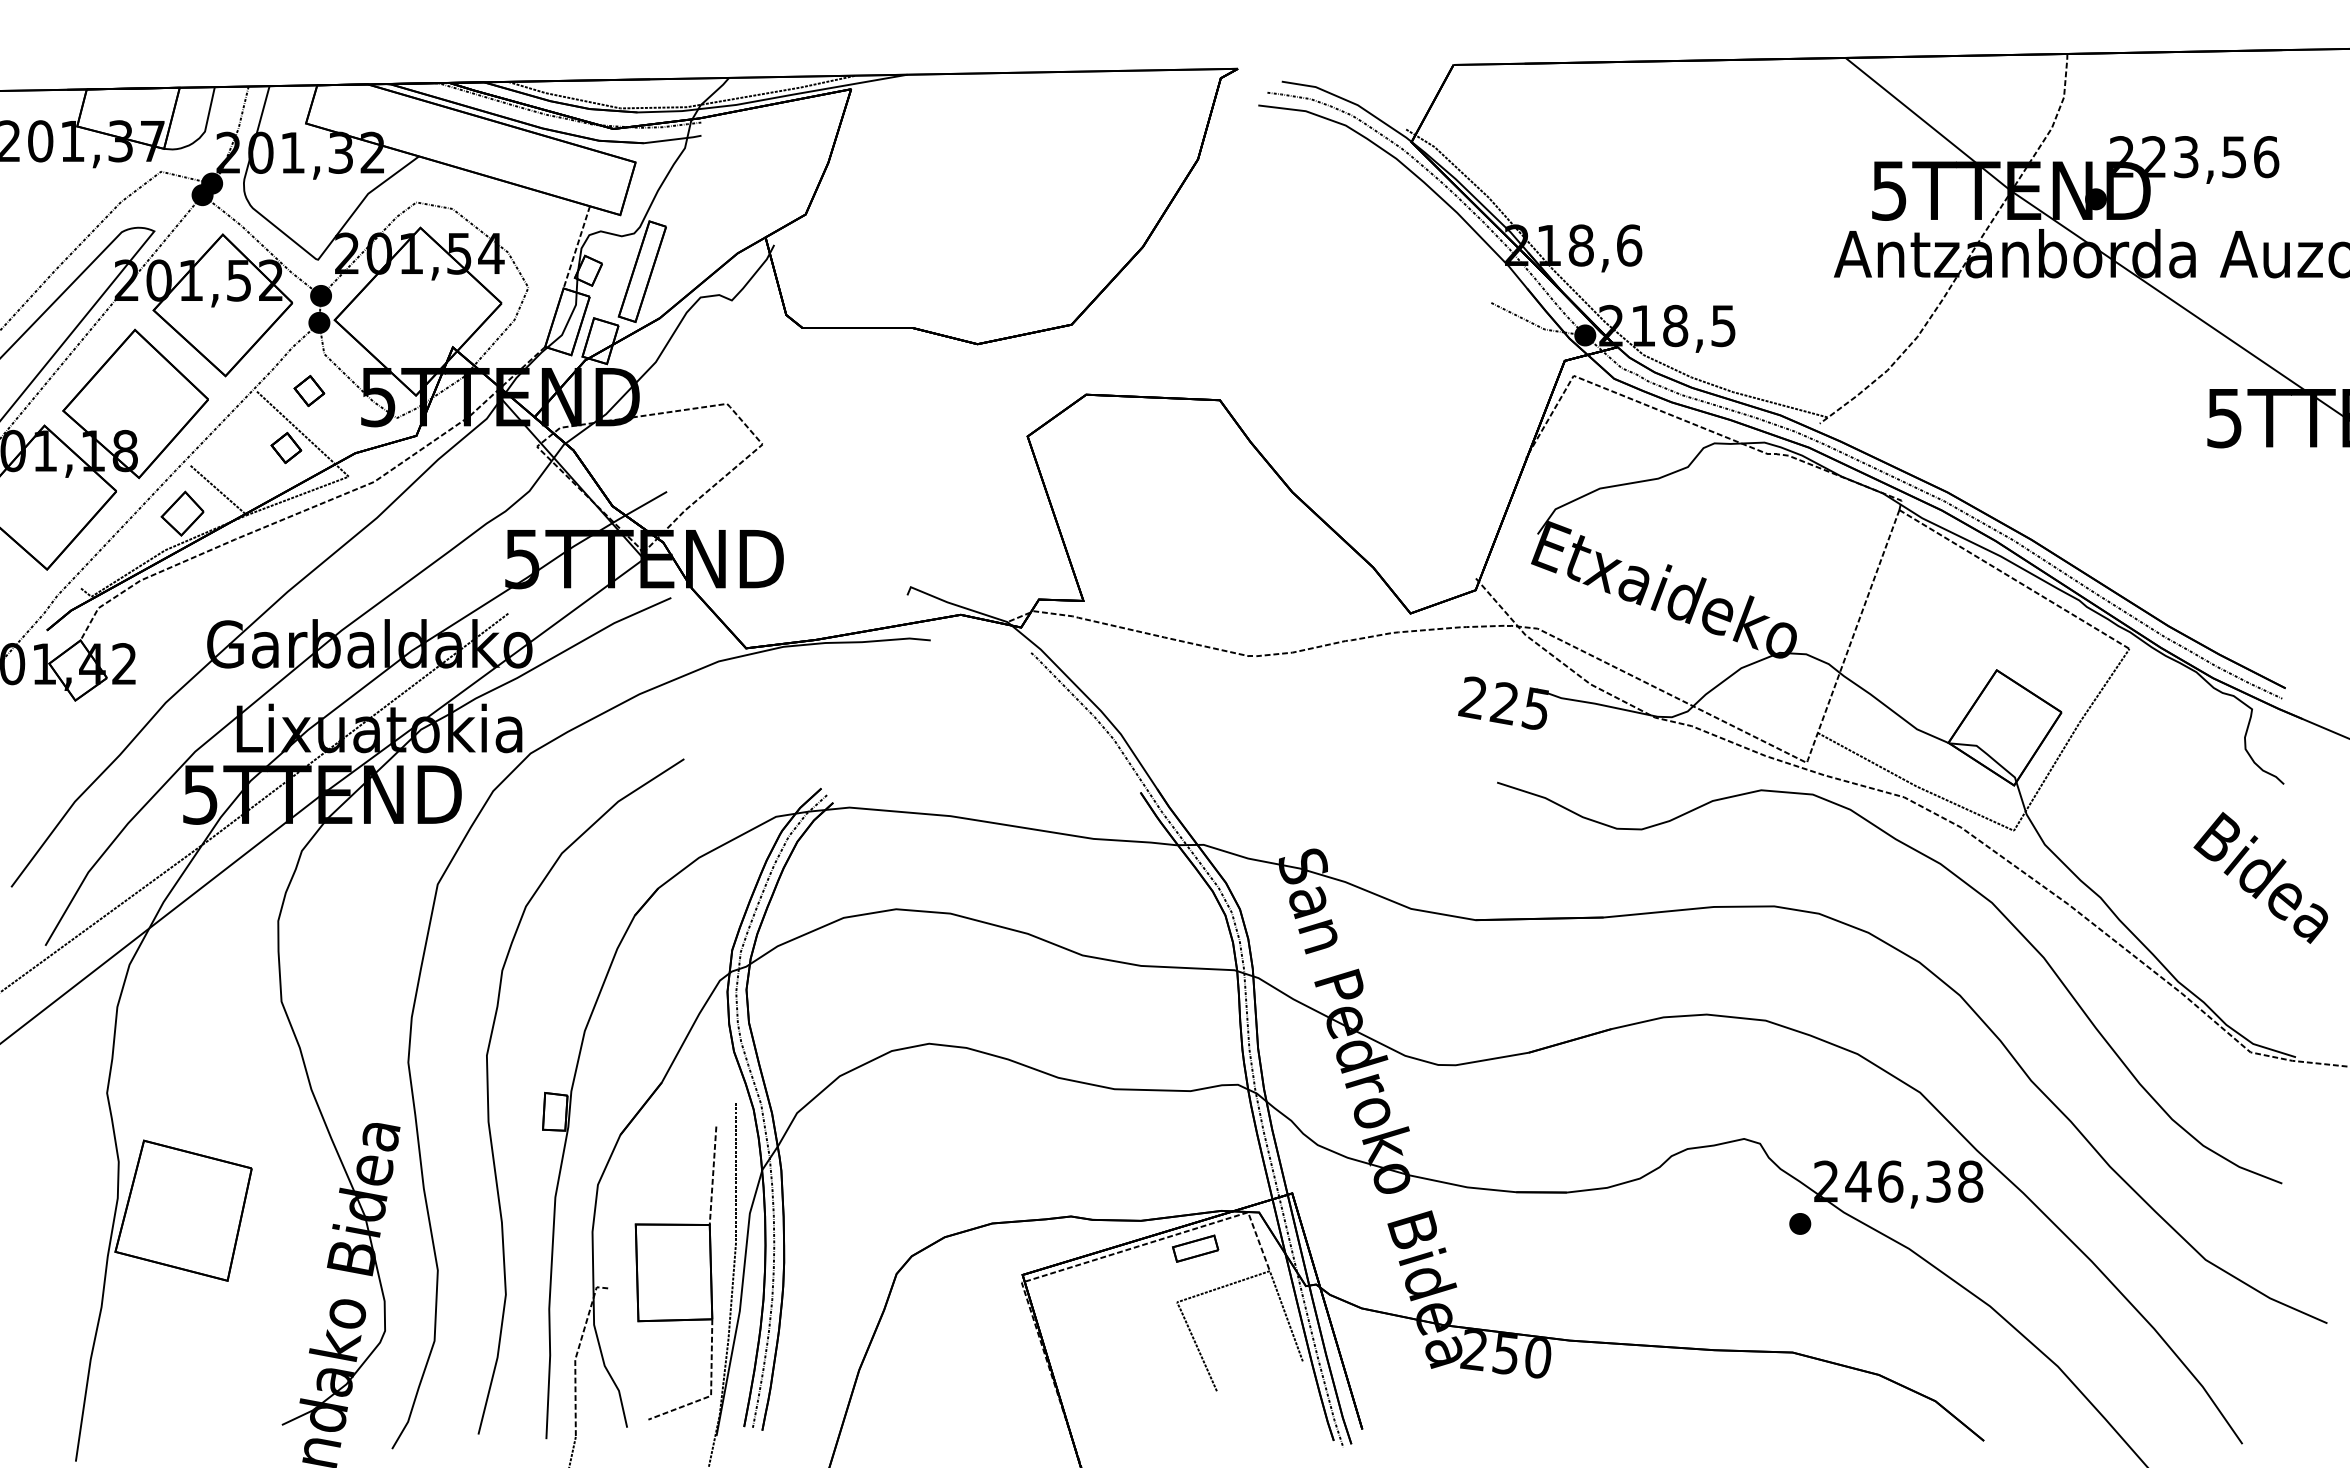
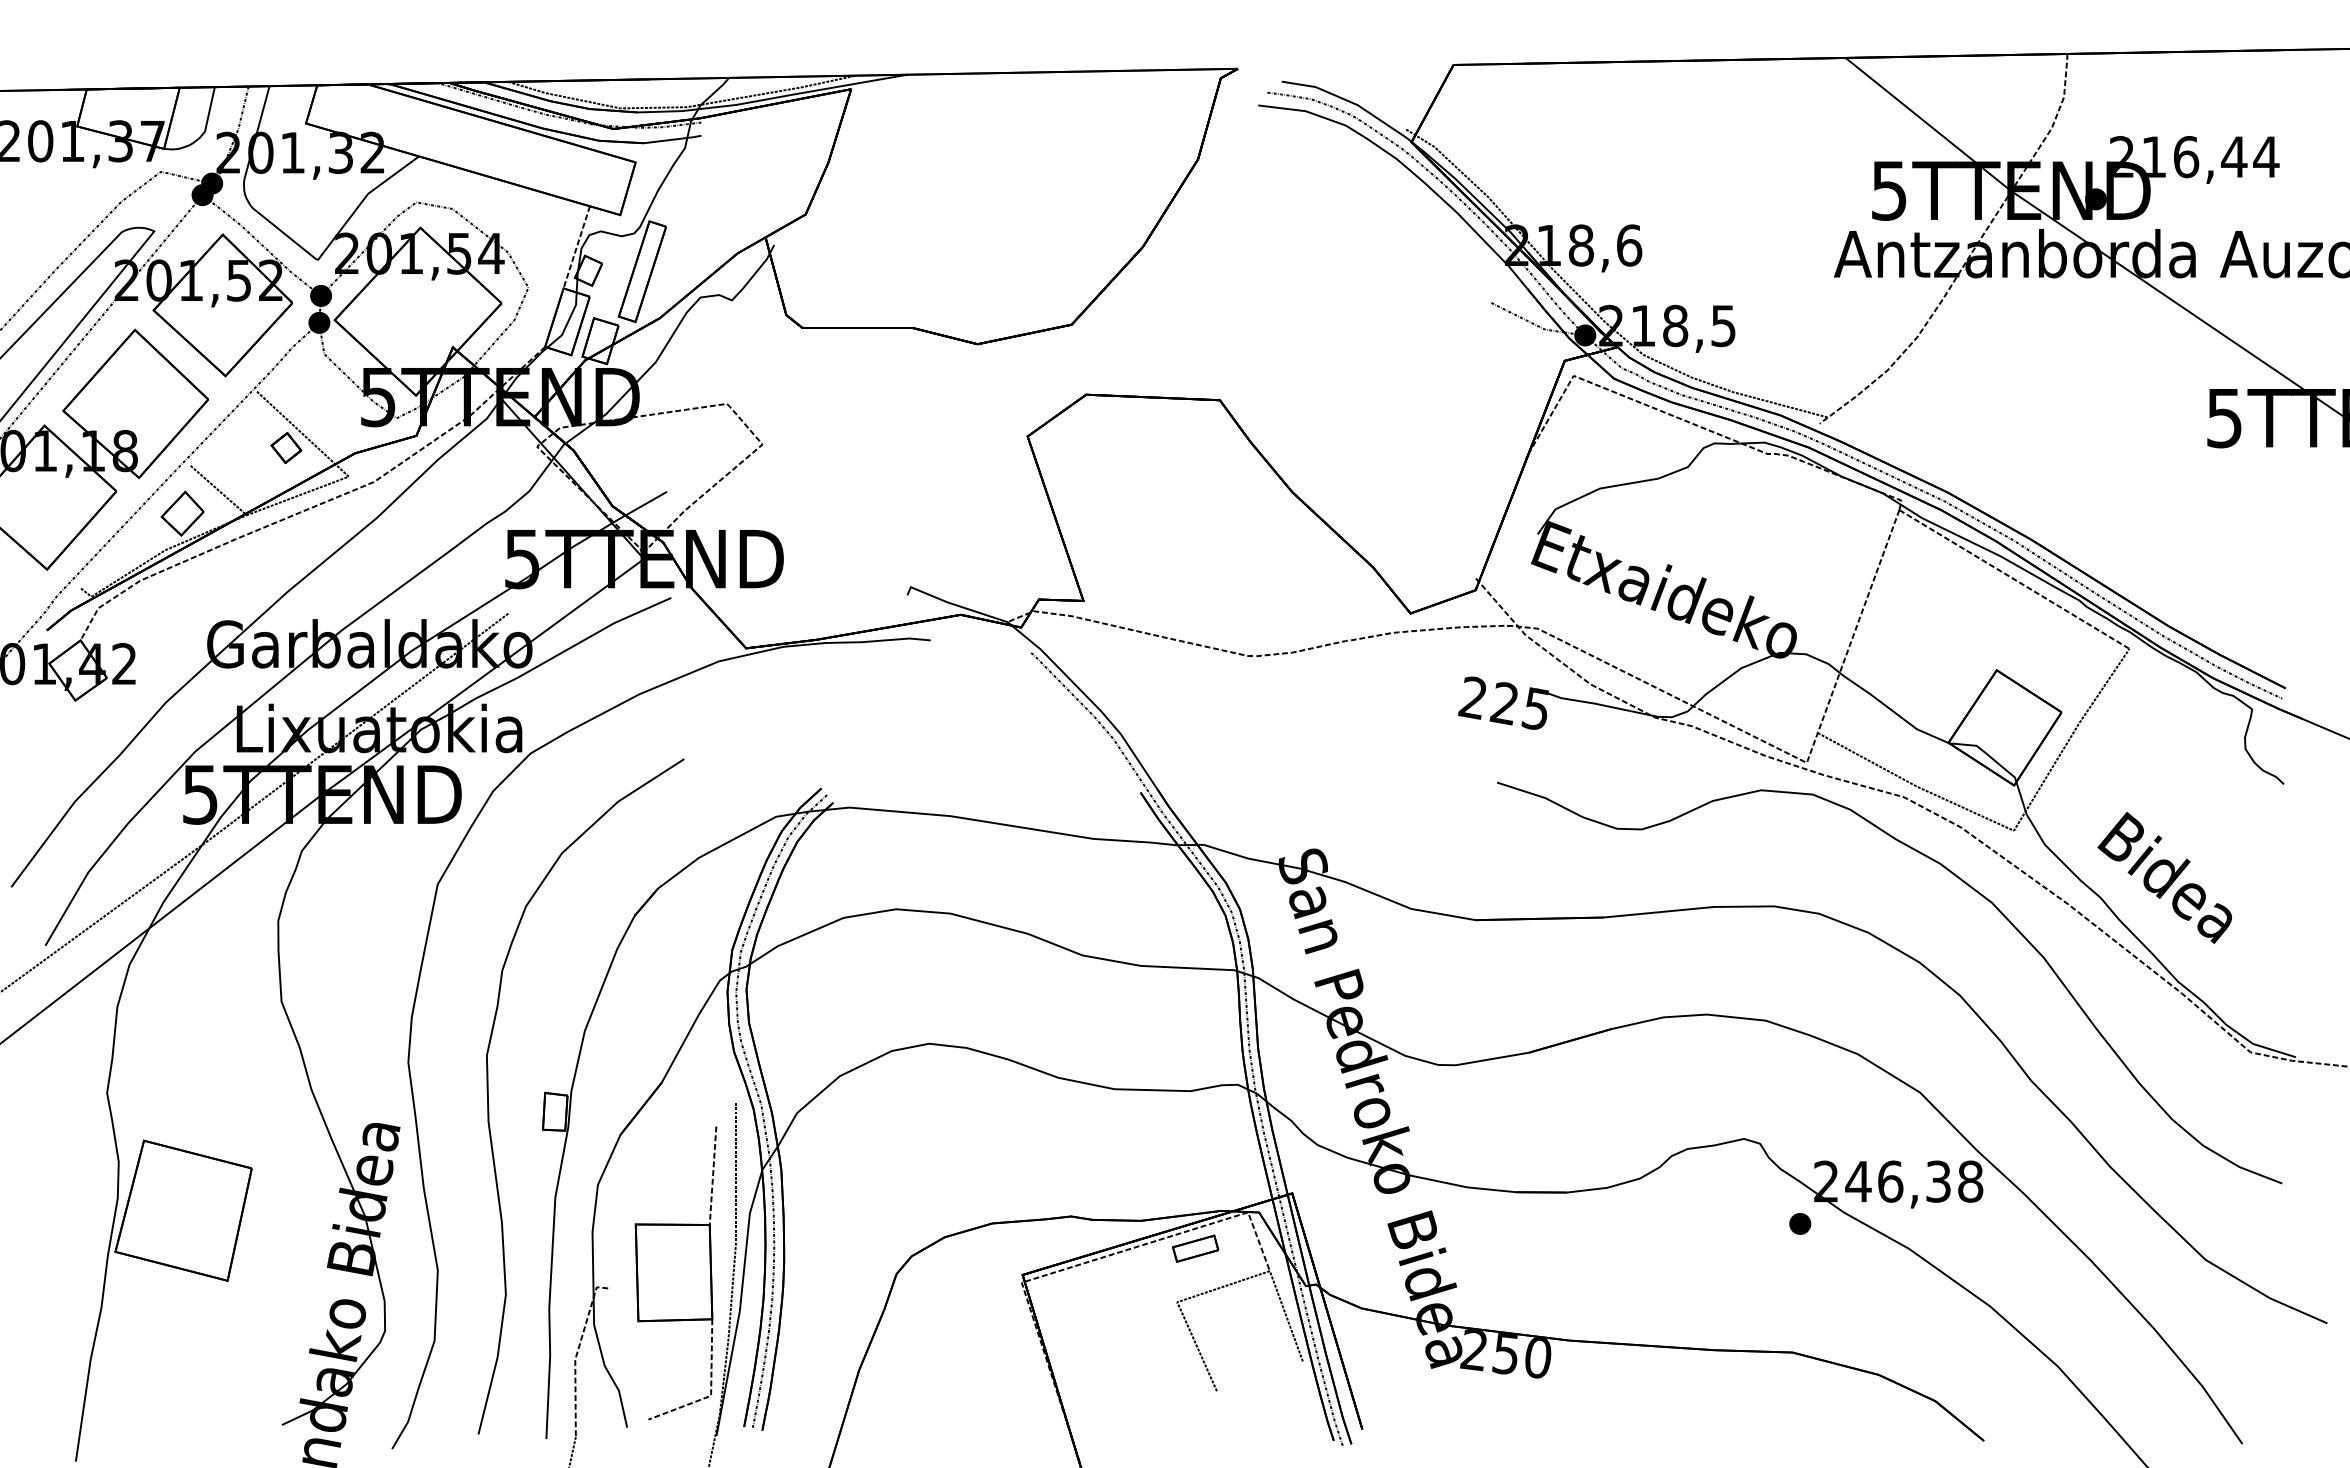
text at (2210, 157): 223,56 -> 216,44
part at (309, 391): present -> none
text at (2260, 877) position: (2260, 877) -> (2164, 877)
